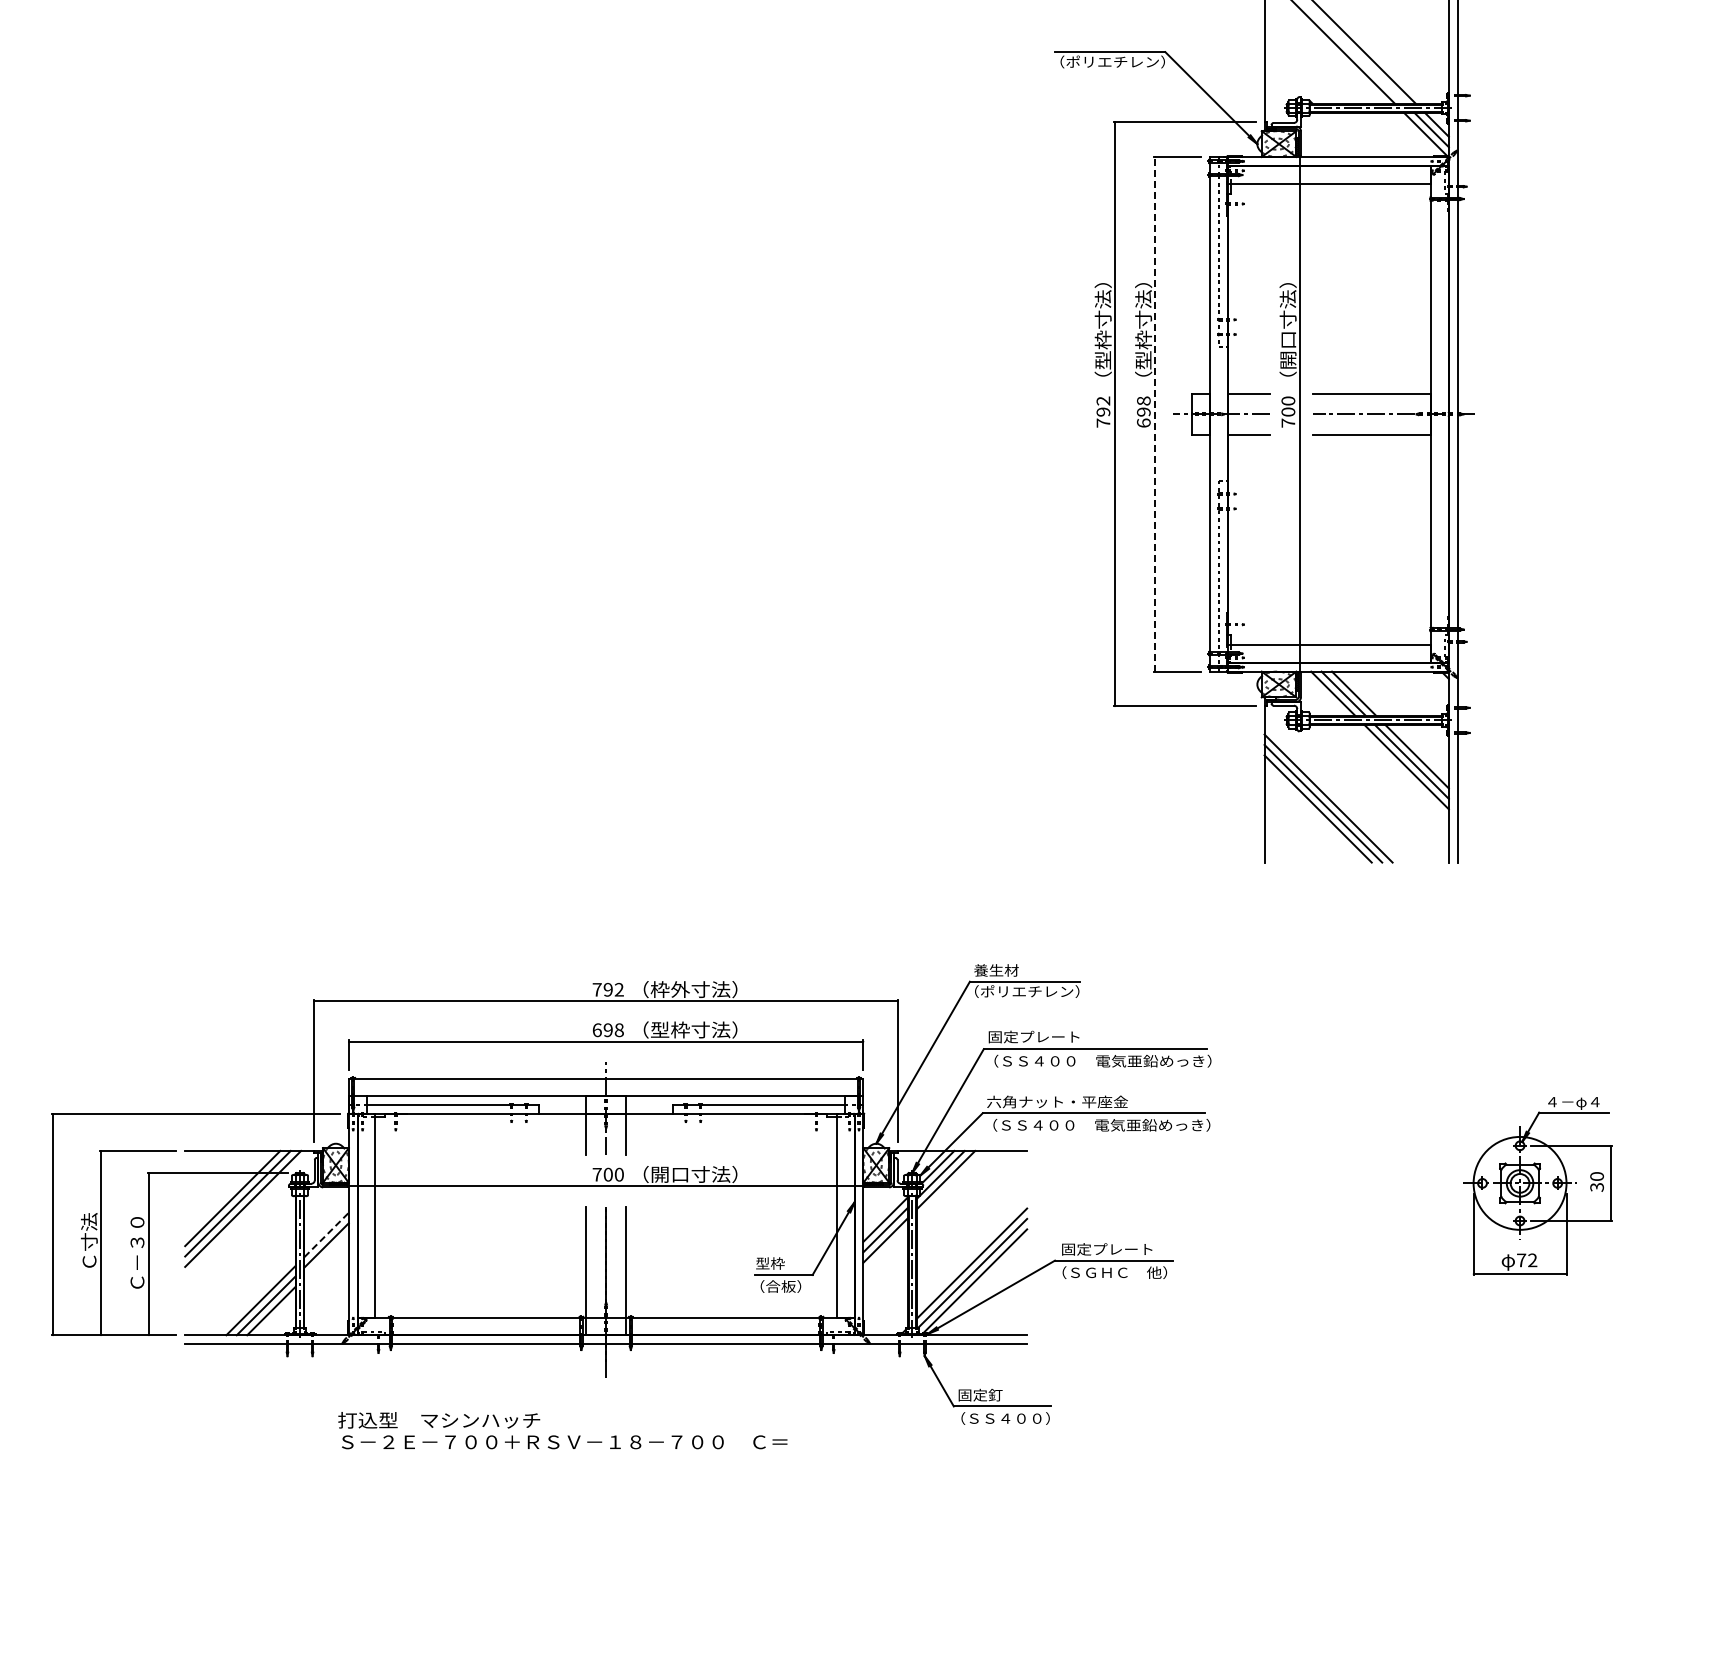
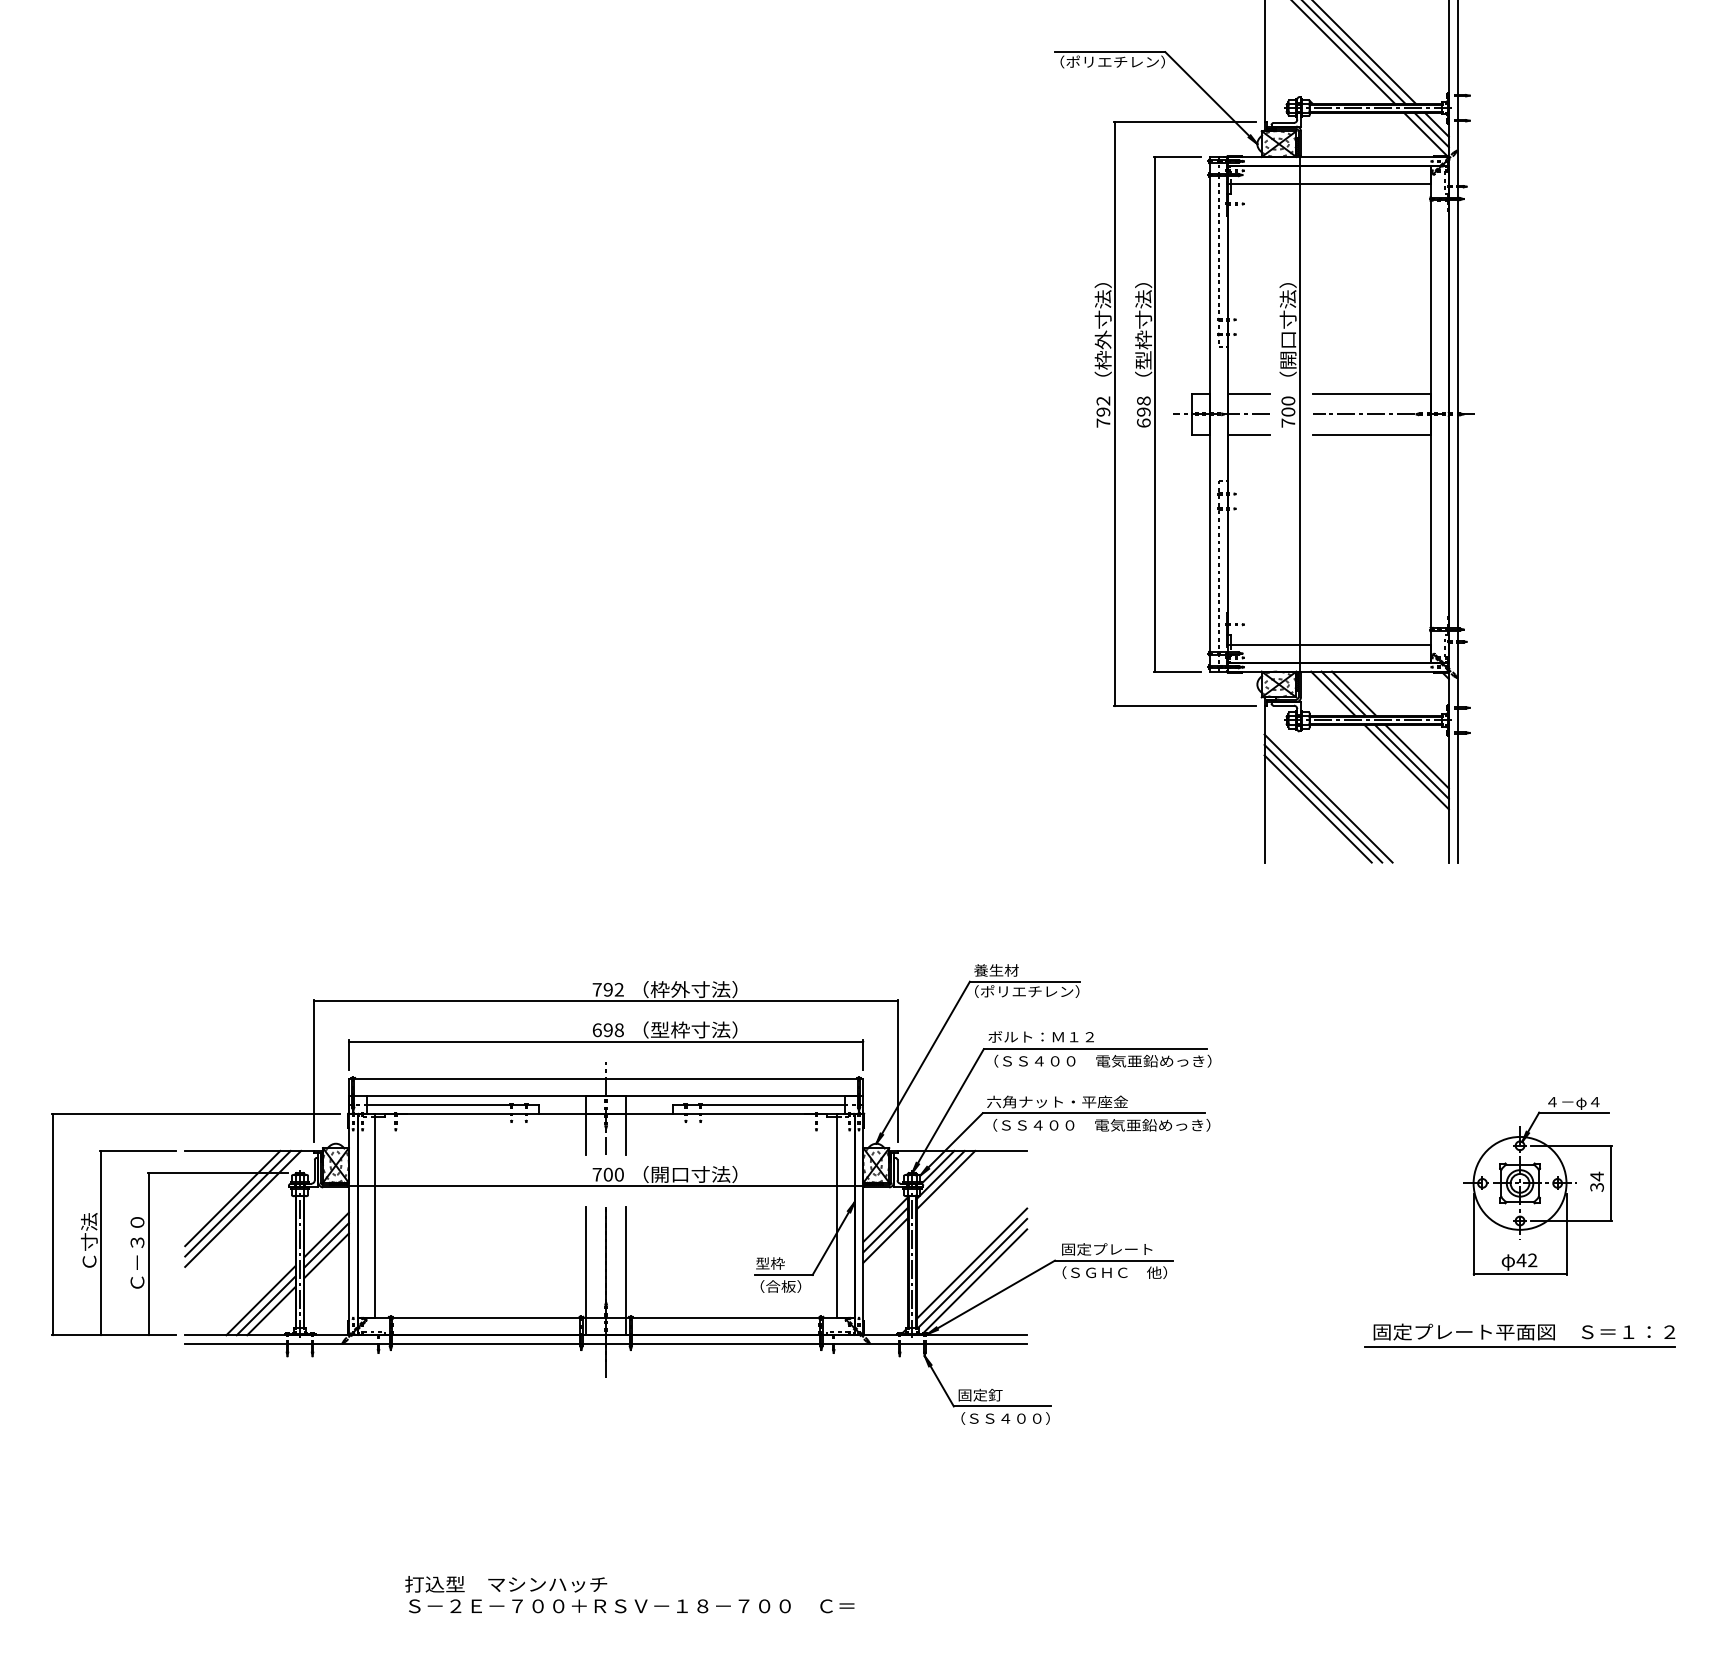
line at (1354, 52): none -> present
text at (1102, 349): （型枠寸法） -> （枠外寸法）
line at (1155, 413): dashed -> solid
text at (1040, 1036): 固定プレート -> ボルト：Ｍ１２
text at (1596, 1176): 30 -> 34
line at (327, 1234): dashed -> solid
line at (326, 1255): none -> present
text at (1521, 1260): 72 -> 42
part at (1519, 1335): none -> present
text at (562, 1430) position: (562, 1430) -> (629, 1594)
